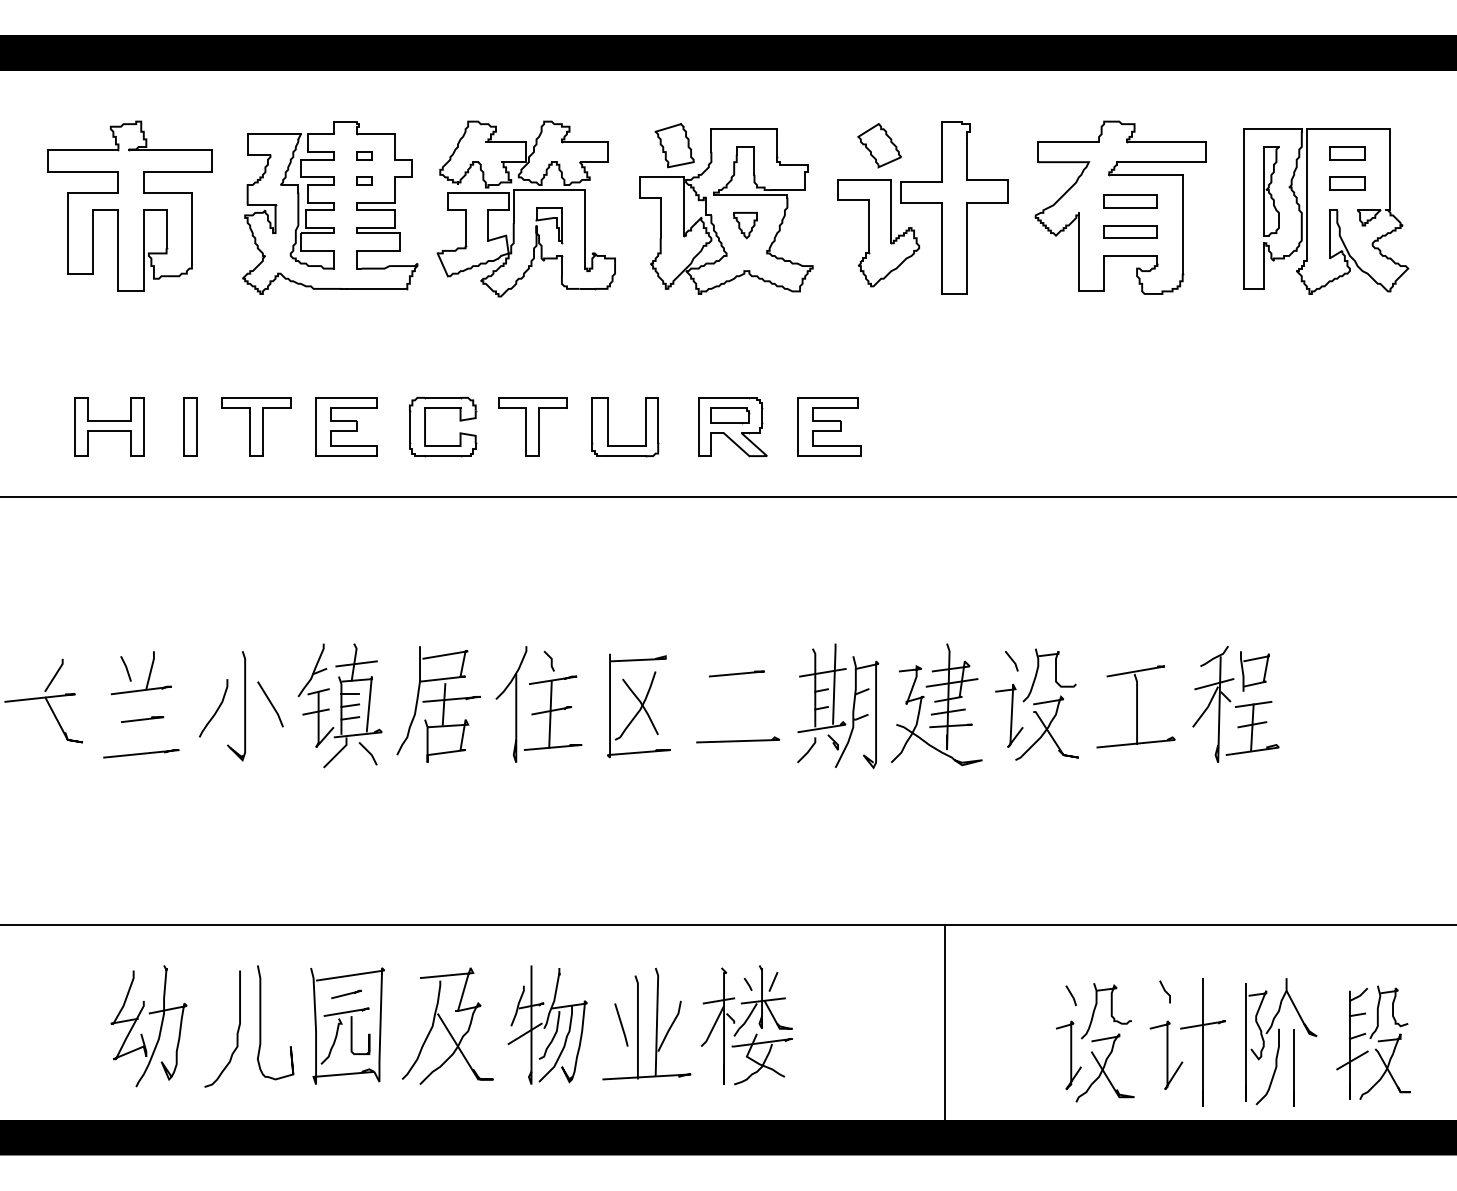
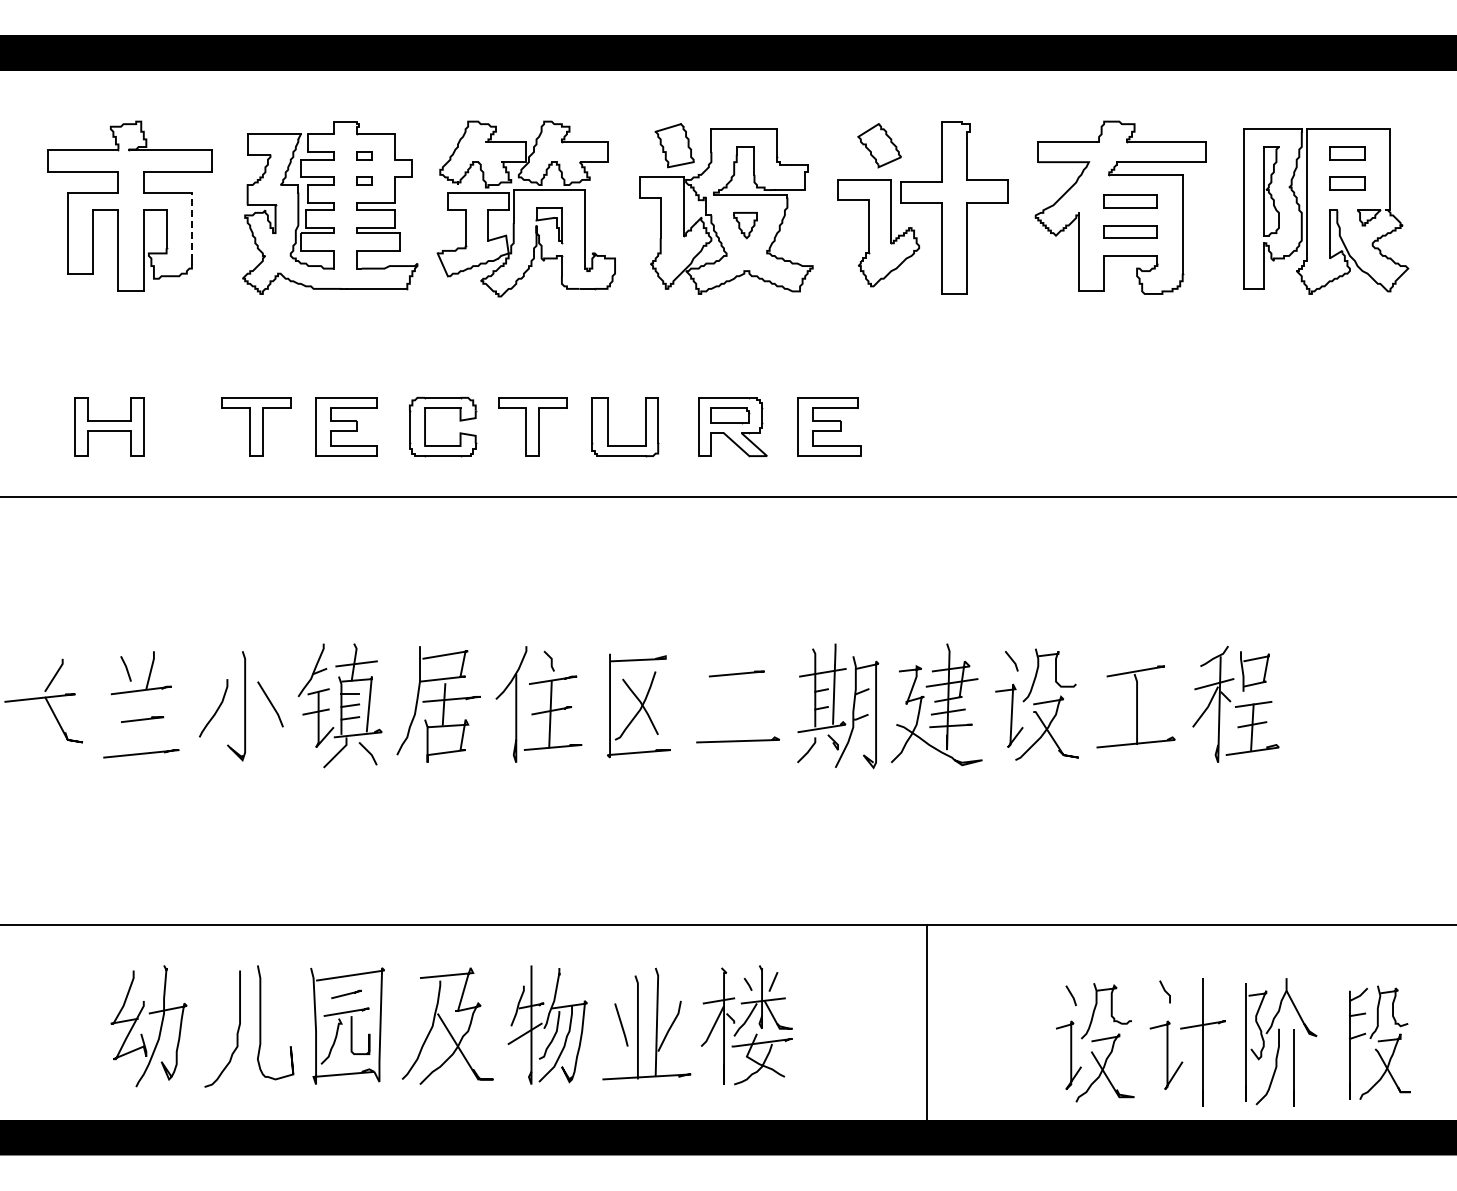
line at (191, 226): solid -> dashed
part at (190, 426): present -> none
line at (944, 1030) position: (944, 1030) -> (926, 1030)
line at (1352, 1060): present -> none
